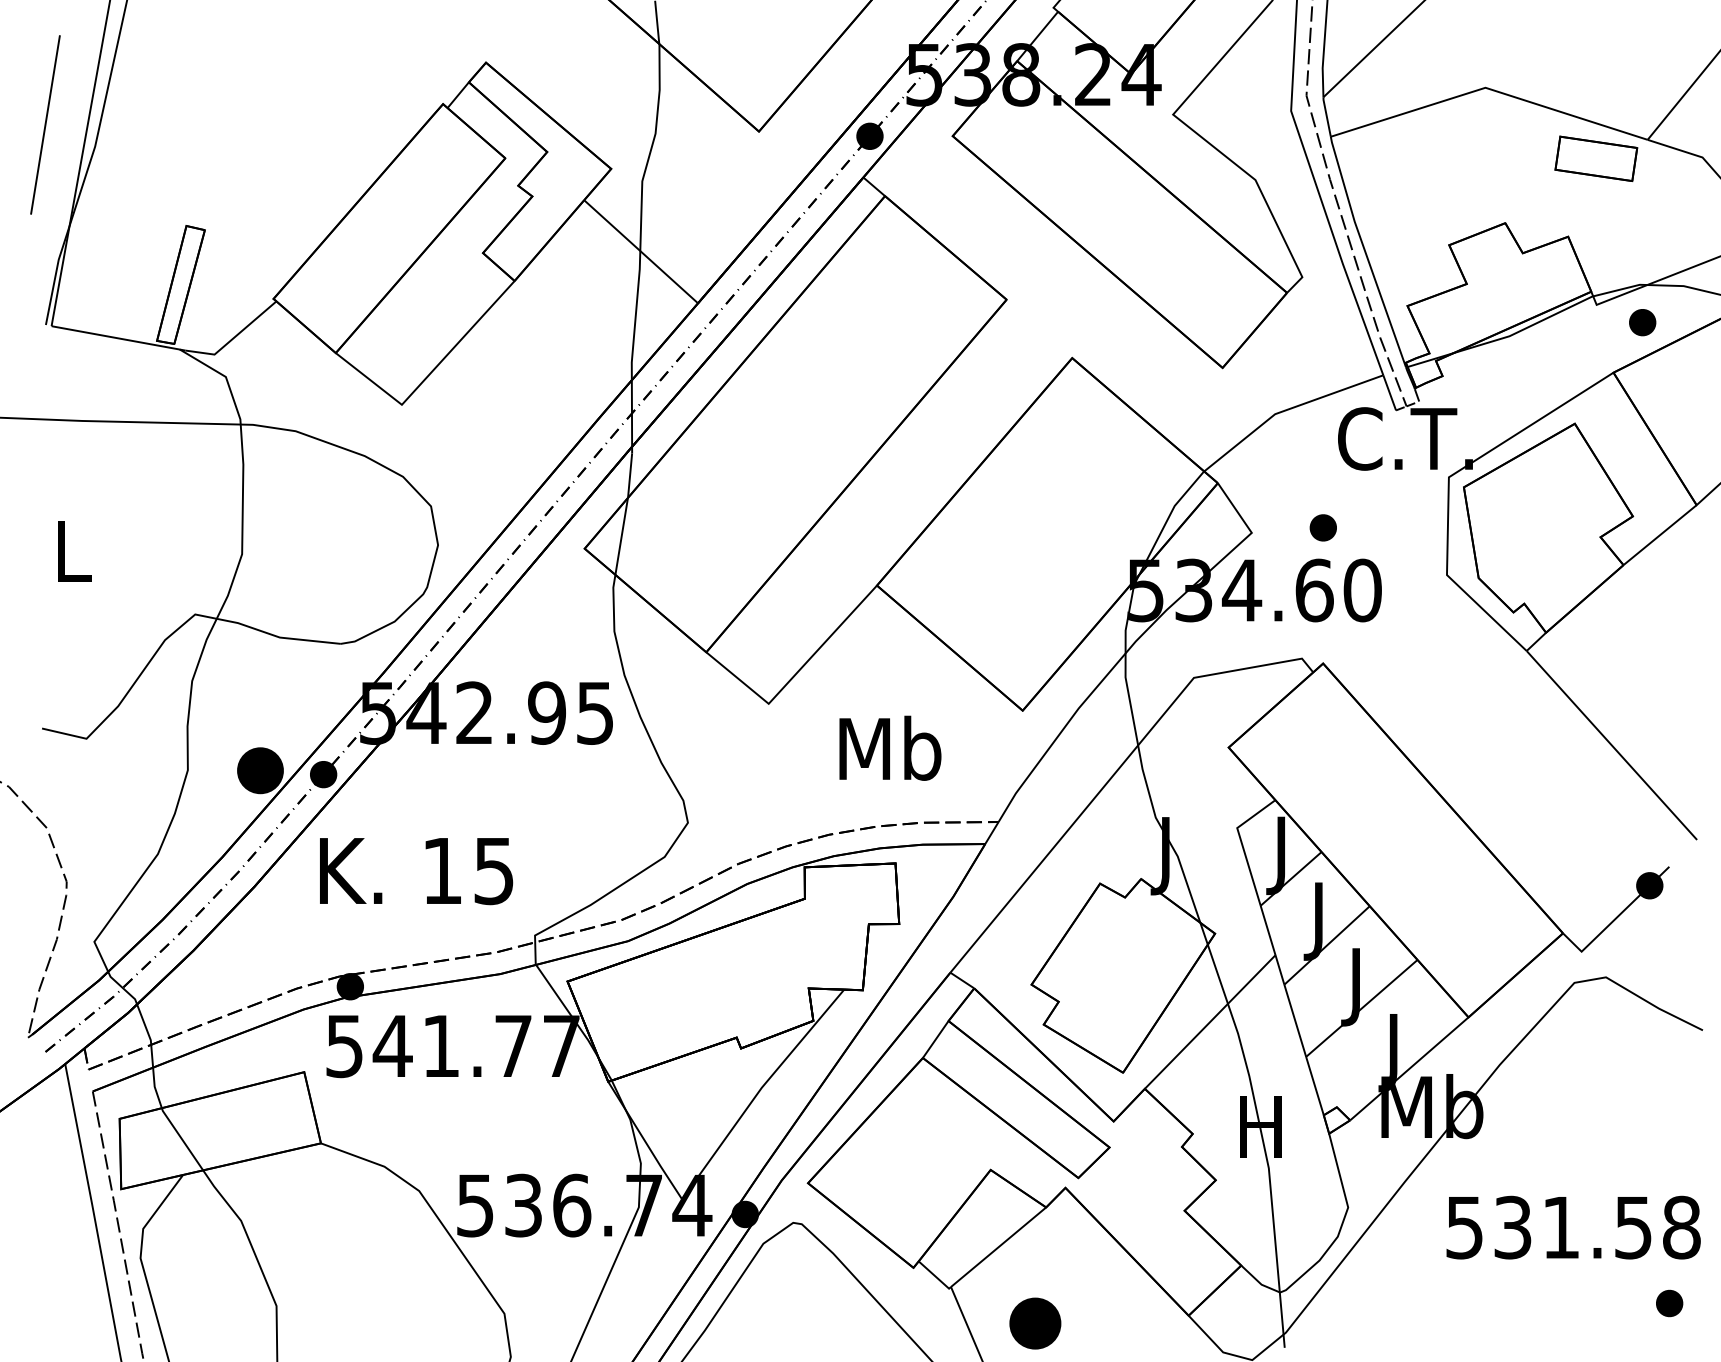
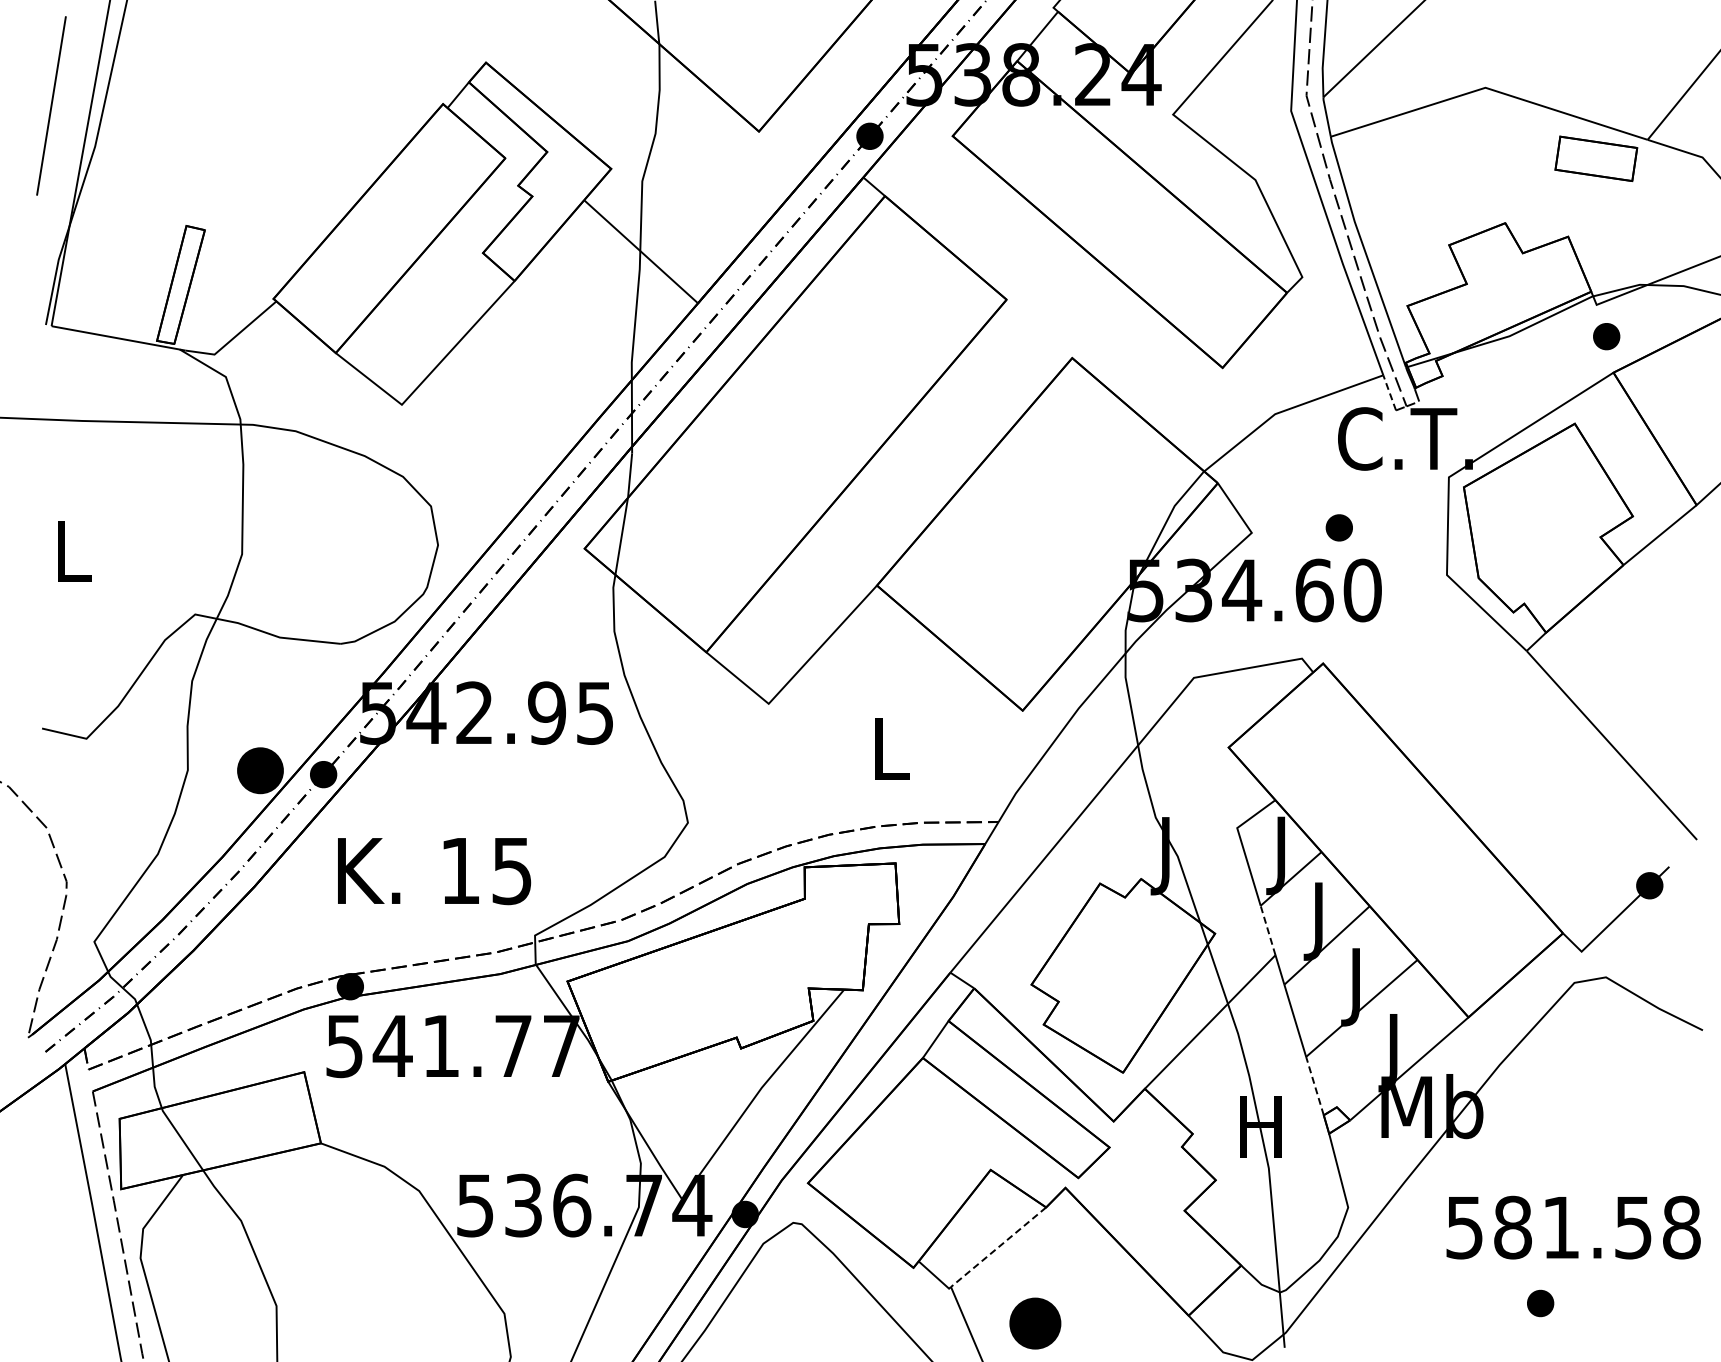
line at (45, 124) position: (45, 124) -> (51, 105)
part at (1642, 322) position: (1642, 322) -> (1606, 336)
line at (1389, 392): solid -> dashed
part at (1322, 527) position: (1322, 527) -> (1338, 527)
text at (890, 747): Mb -> L
text at (416, 871) position: (416, 871) -> (434, 871)
line at (1268, 930): solid -> dashed
line at (1314, 1085): solid -> dashed
text at (1512, 1227): 531.58 -> 581.58
line at (998, 1247): solid -> dashed
part at (1669, 1303) position: (1669, 1303) -> (1540, 1303)
